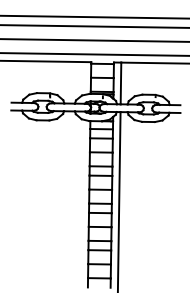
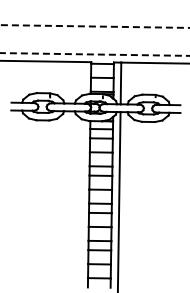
line at (94, 16): present -> none
line at (94, 26): solid -> dashed
line at (94, 40): present -> none
line at (95, 54): solid -> dashed
